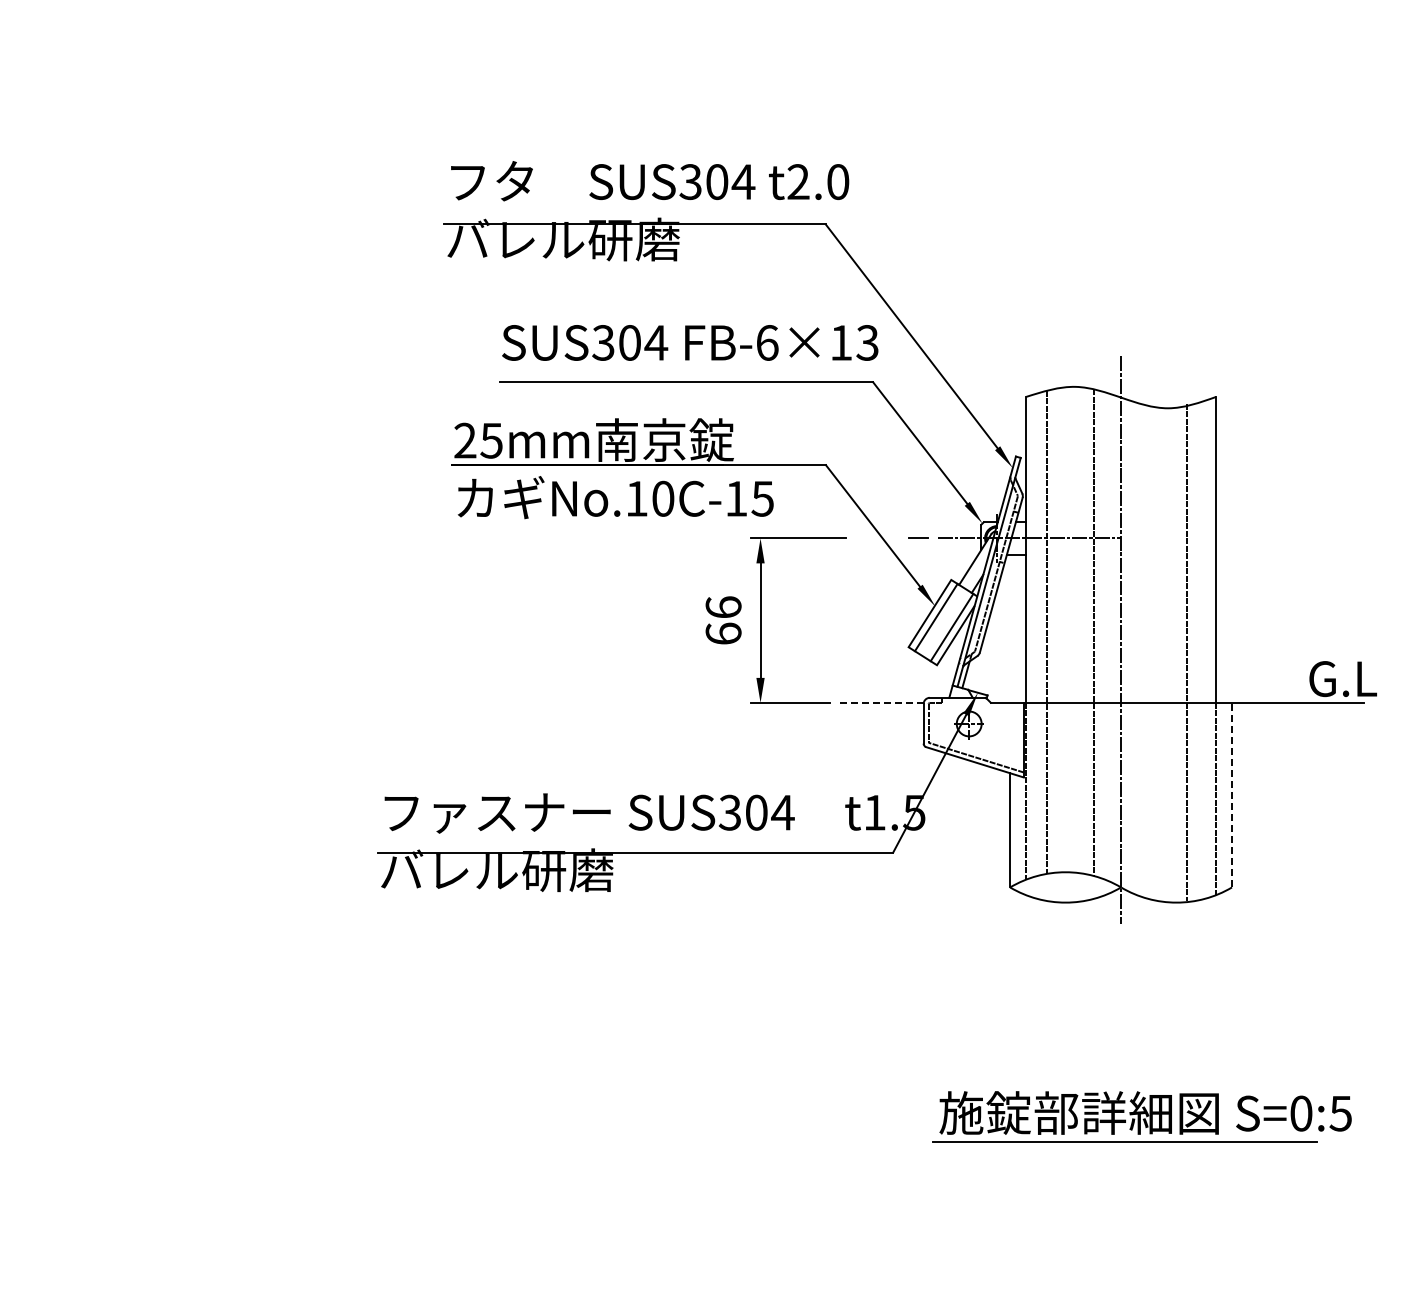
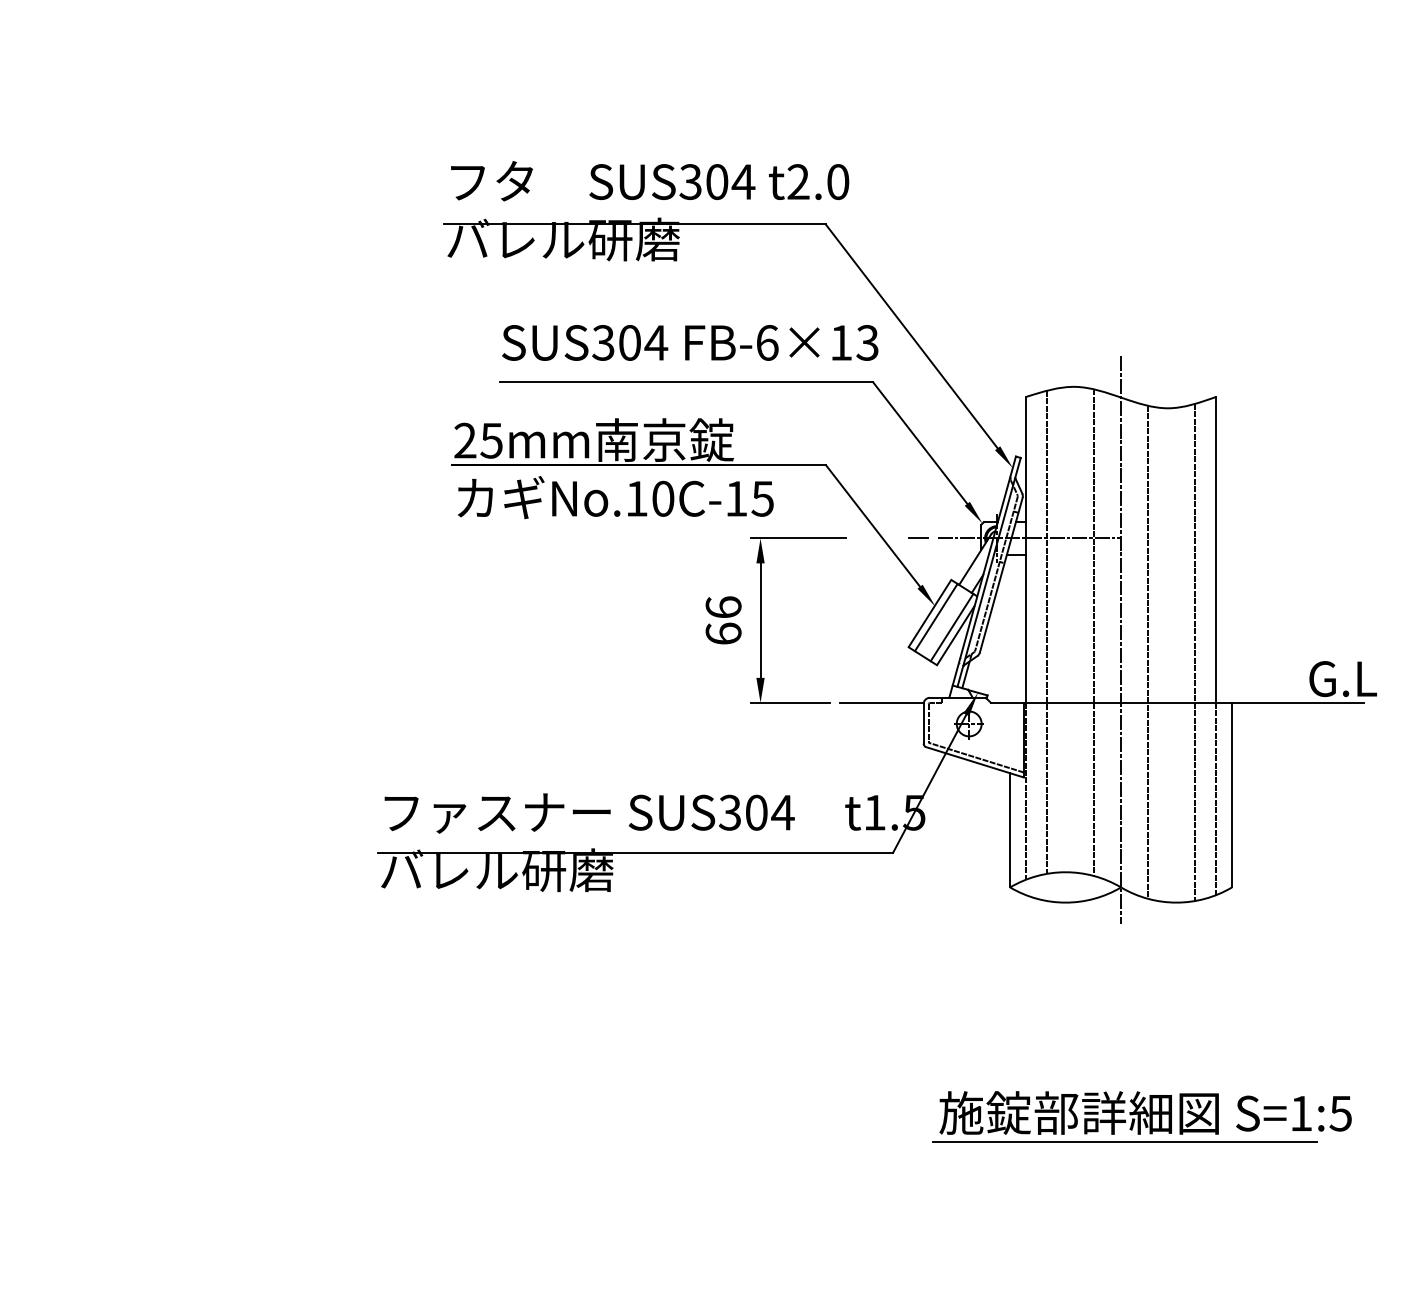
line at (1148, 651): none -> present
line at (1186, 652) position: (1186, 652) -> (1194, 652)
line at (882, 702): dashed -> solid
line at (1232, 794): dashed -> solid
text at (1301, 1113): S=0:5 -> S=1:5
